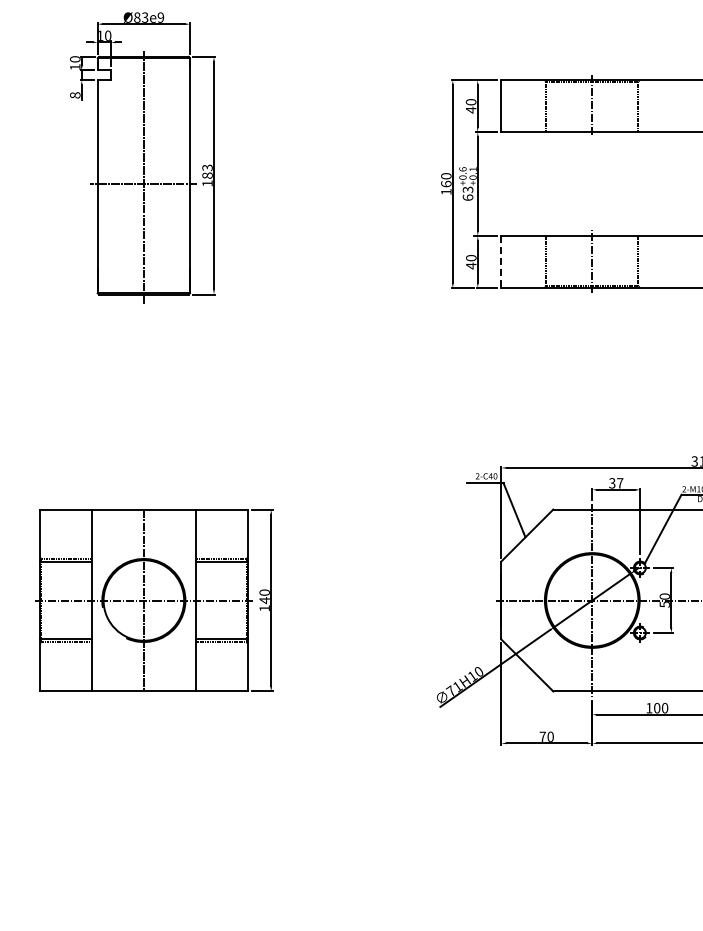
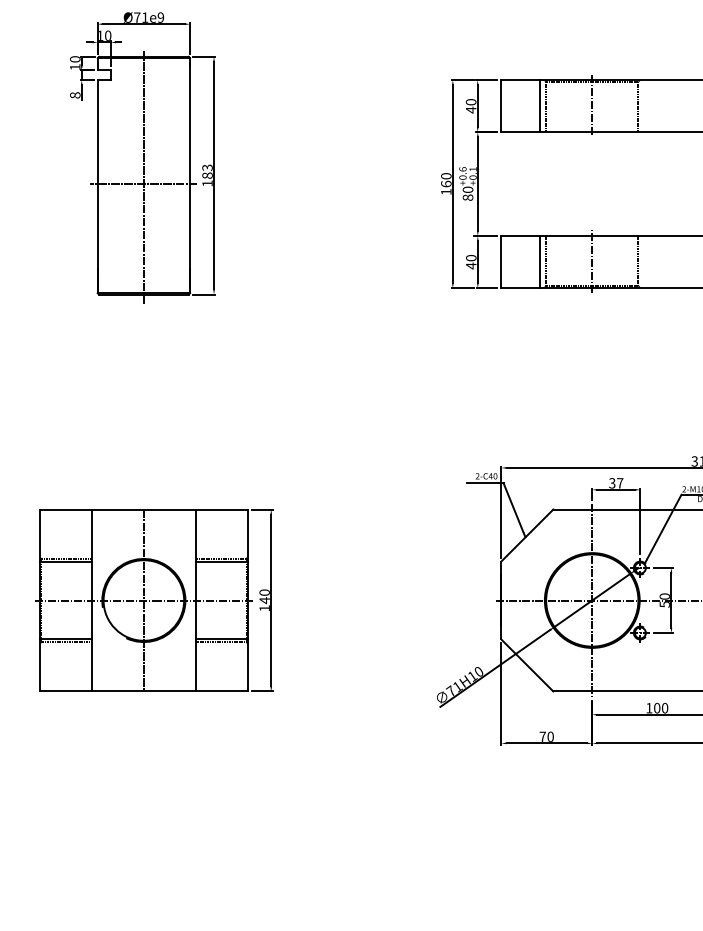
text at (141, 17): Ø83e9 -> Ø71e9
line at (540, 106): none -> present
text at (467, 193): 63 -> 80
line at (540, 261): none -> present
line at (501, 262): dashed -> solid
